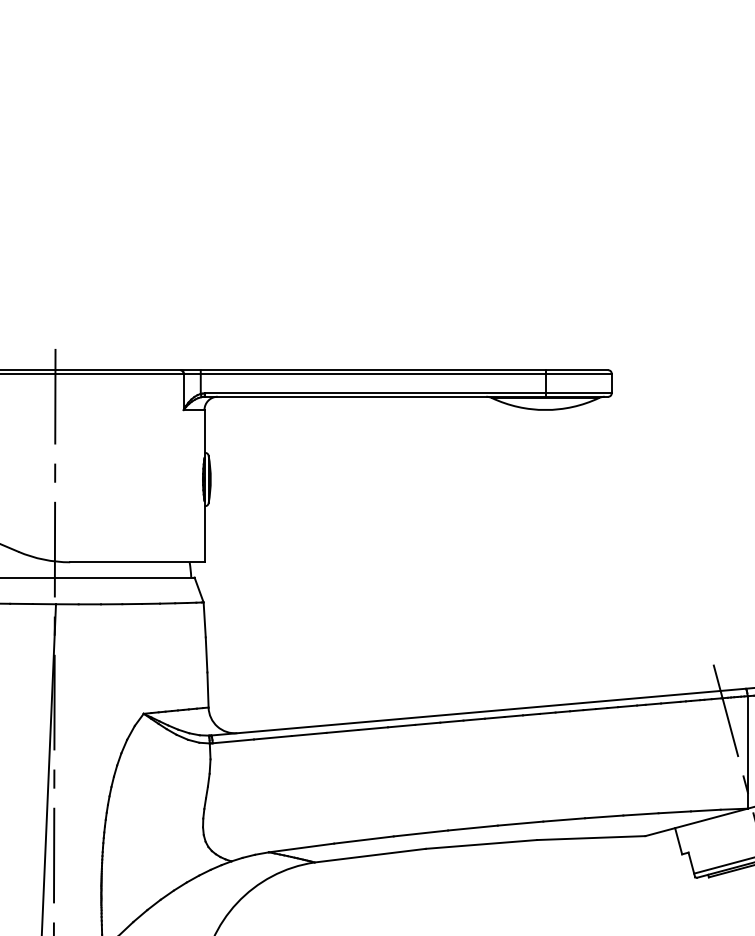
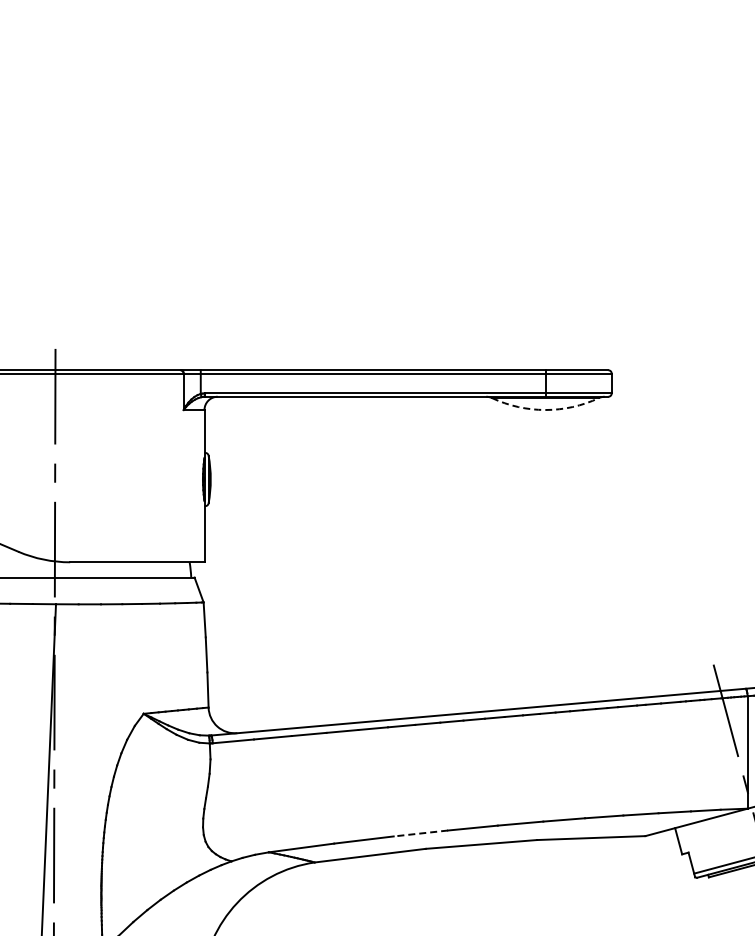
arc at (545, 410): solid -> dashed
line at (420, 833): solid -> dashed
